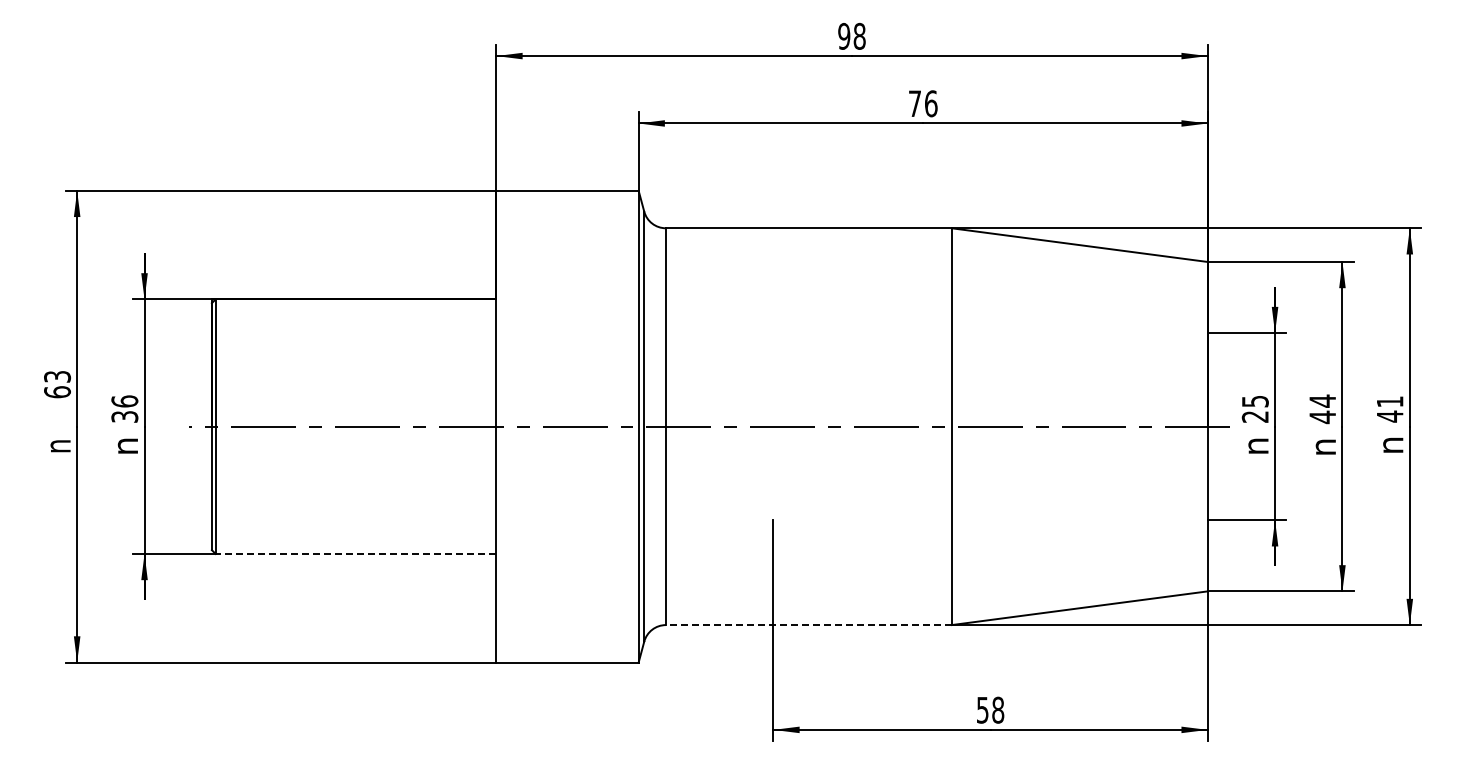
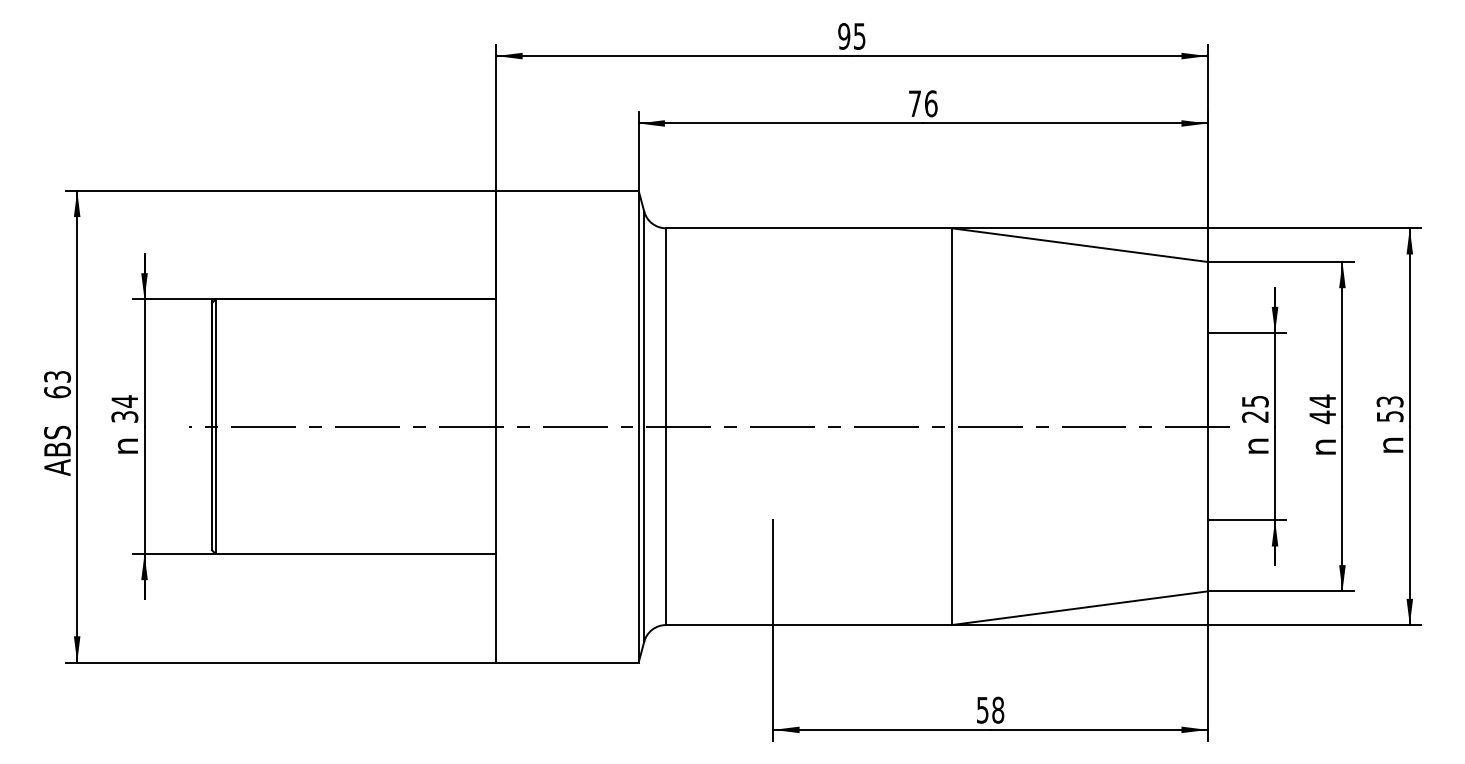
text at (859, 35): 98 -> 95
text at (124, 401): 36 -> 34
text at (1389, 409): 41 -> 53
text at (57, 450): n -> ABS
line at (355, 553): dashed -> solid
line at (808, 625): dashed -> solid
